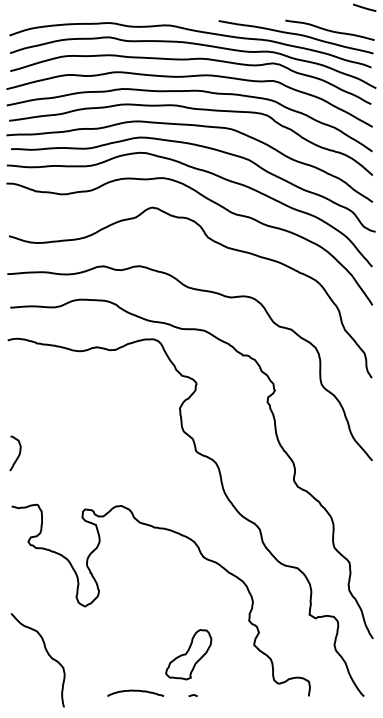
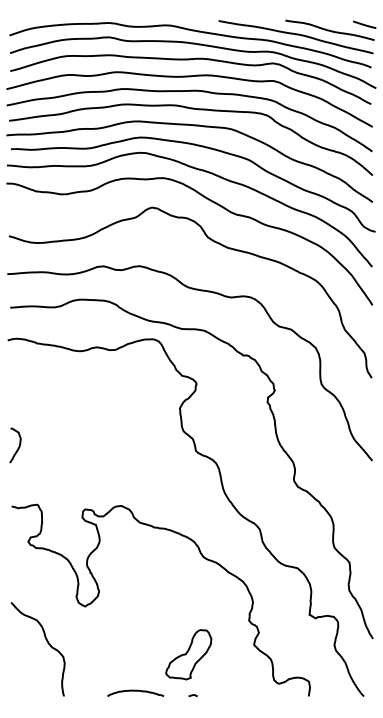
line at (364, 7) position: (364, 7) -> (364, 24)
curve at (18, 454) position: (18, 454) -> (18, 446)
curve at (47, 654) position: (47, 654) -> (47, 643)
